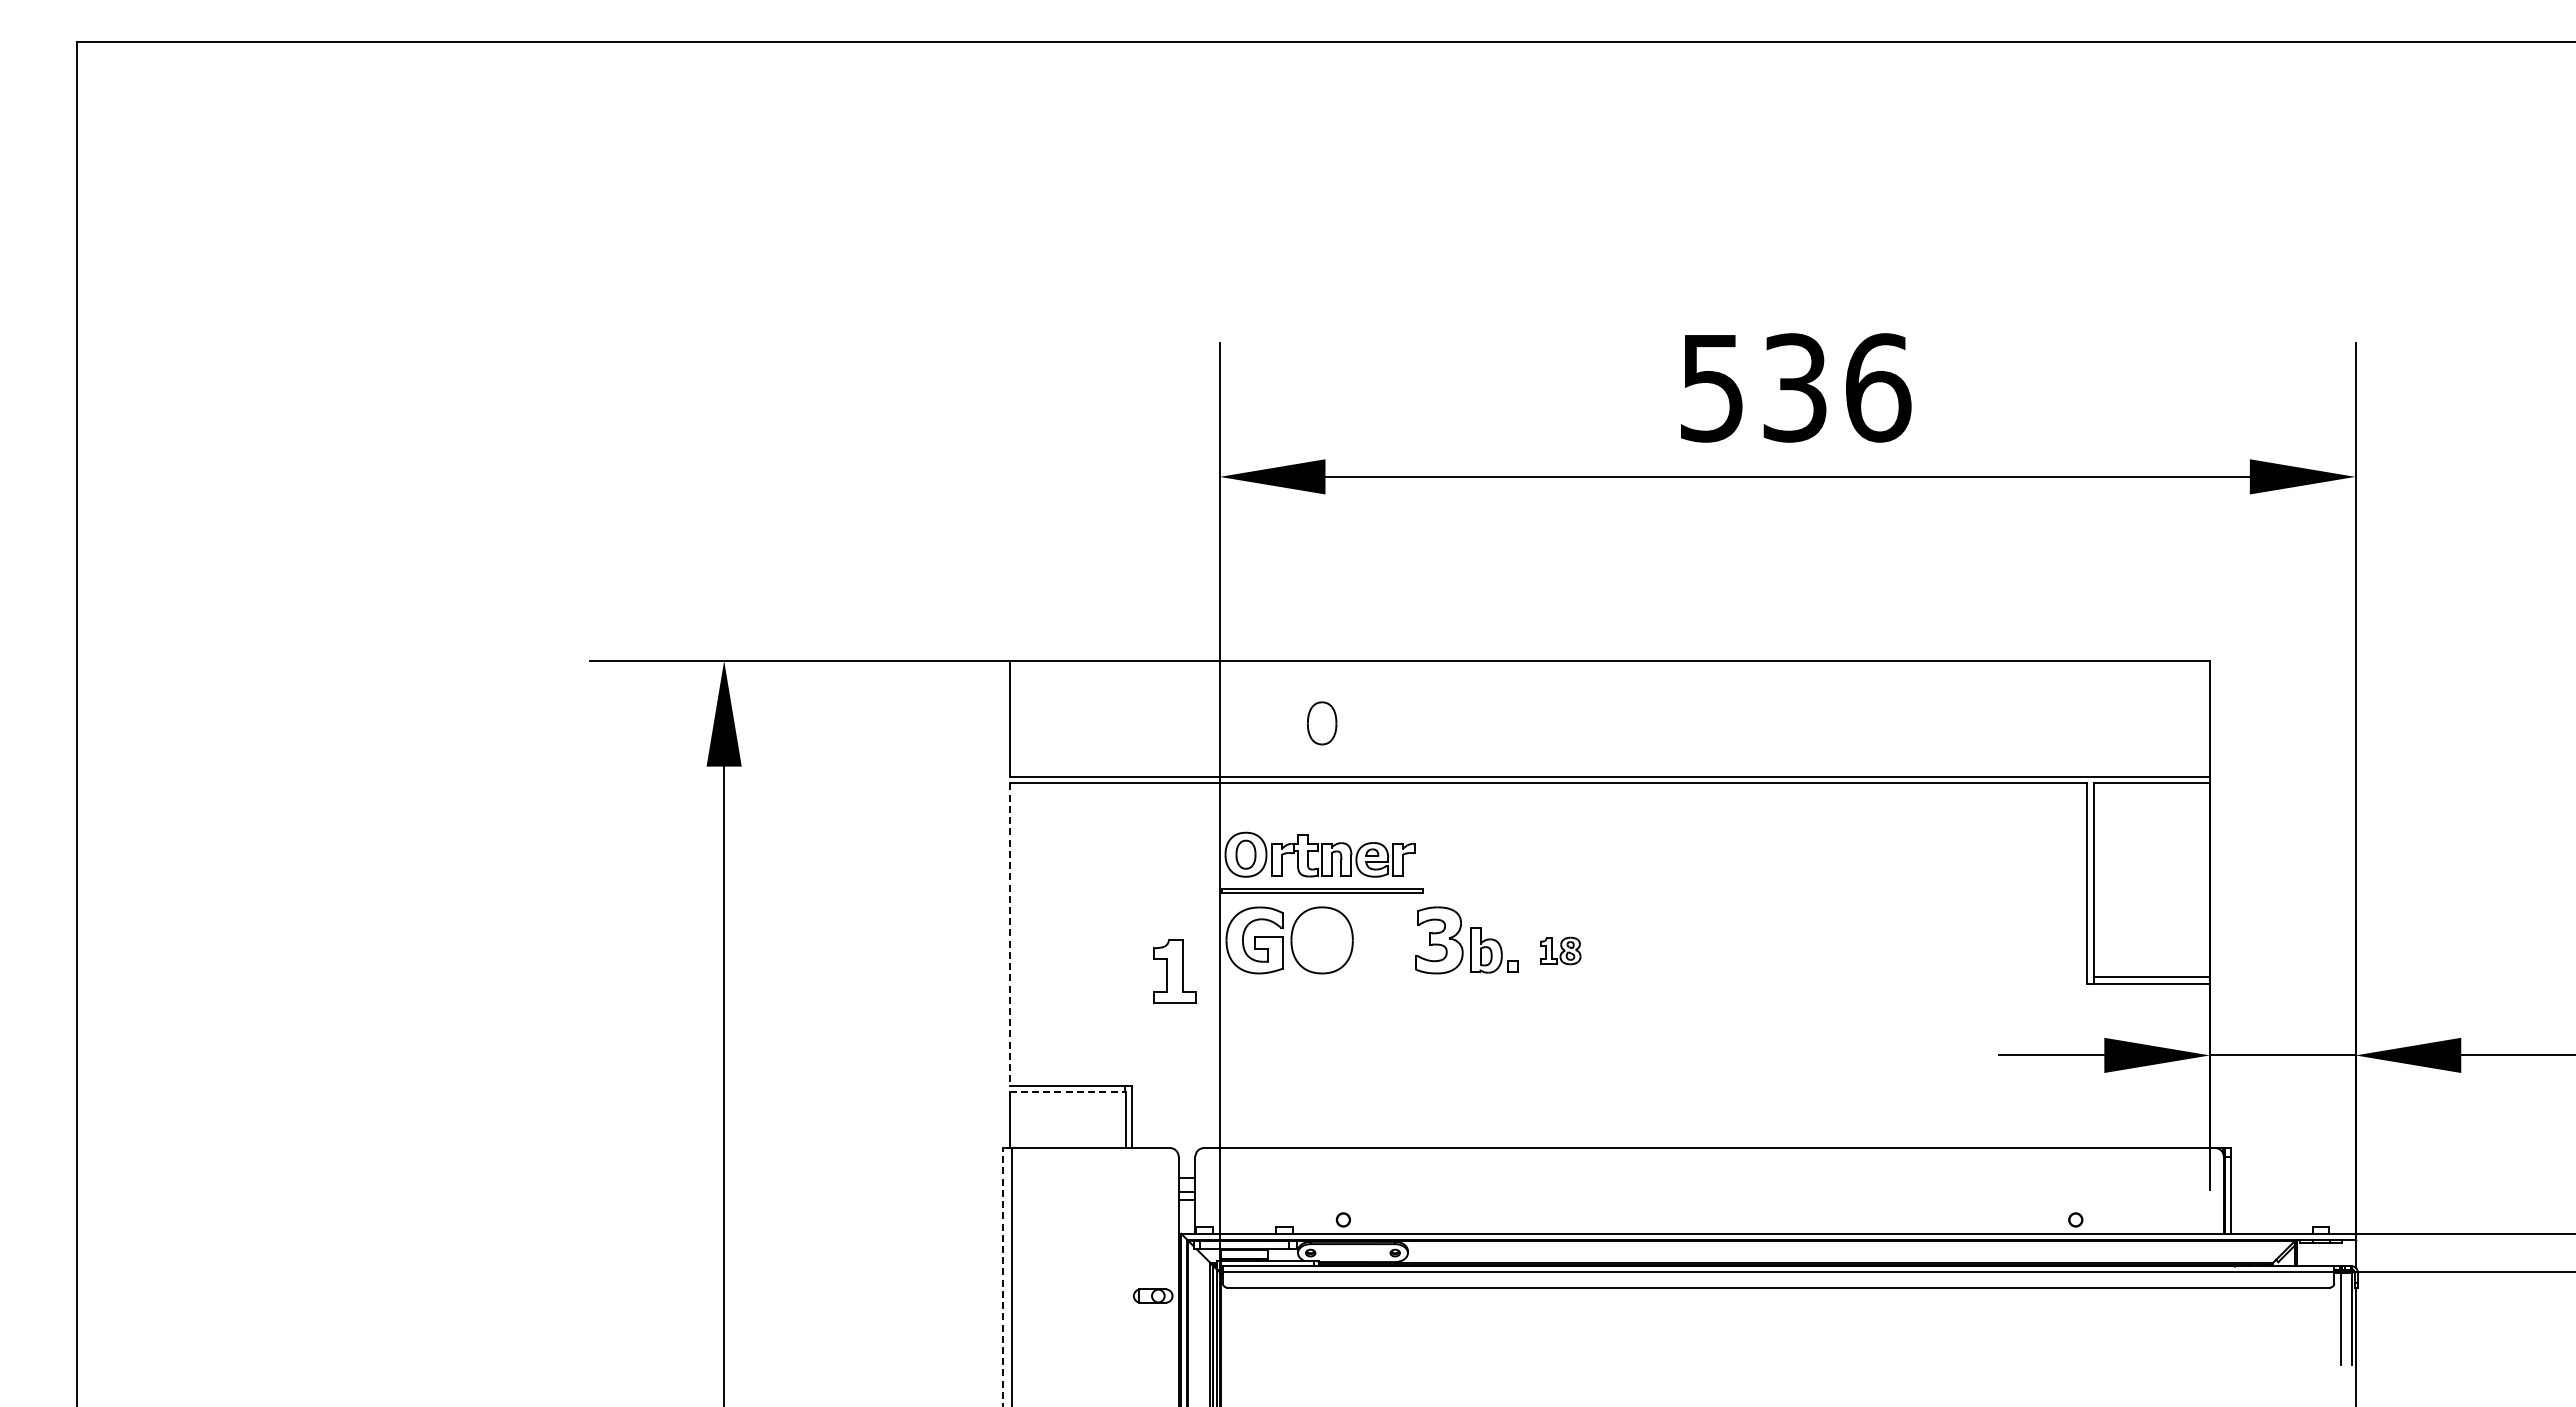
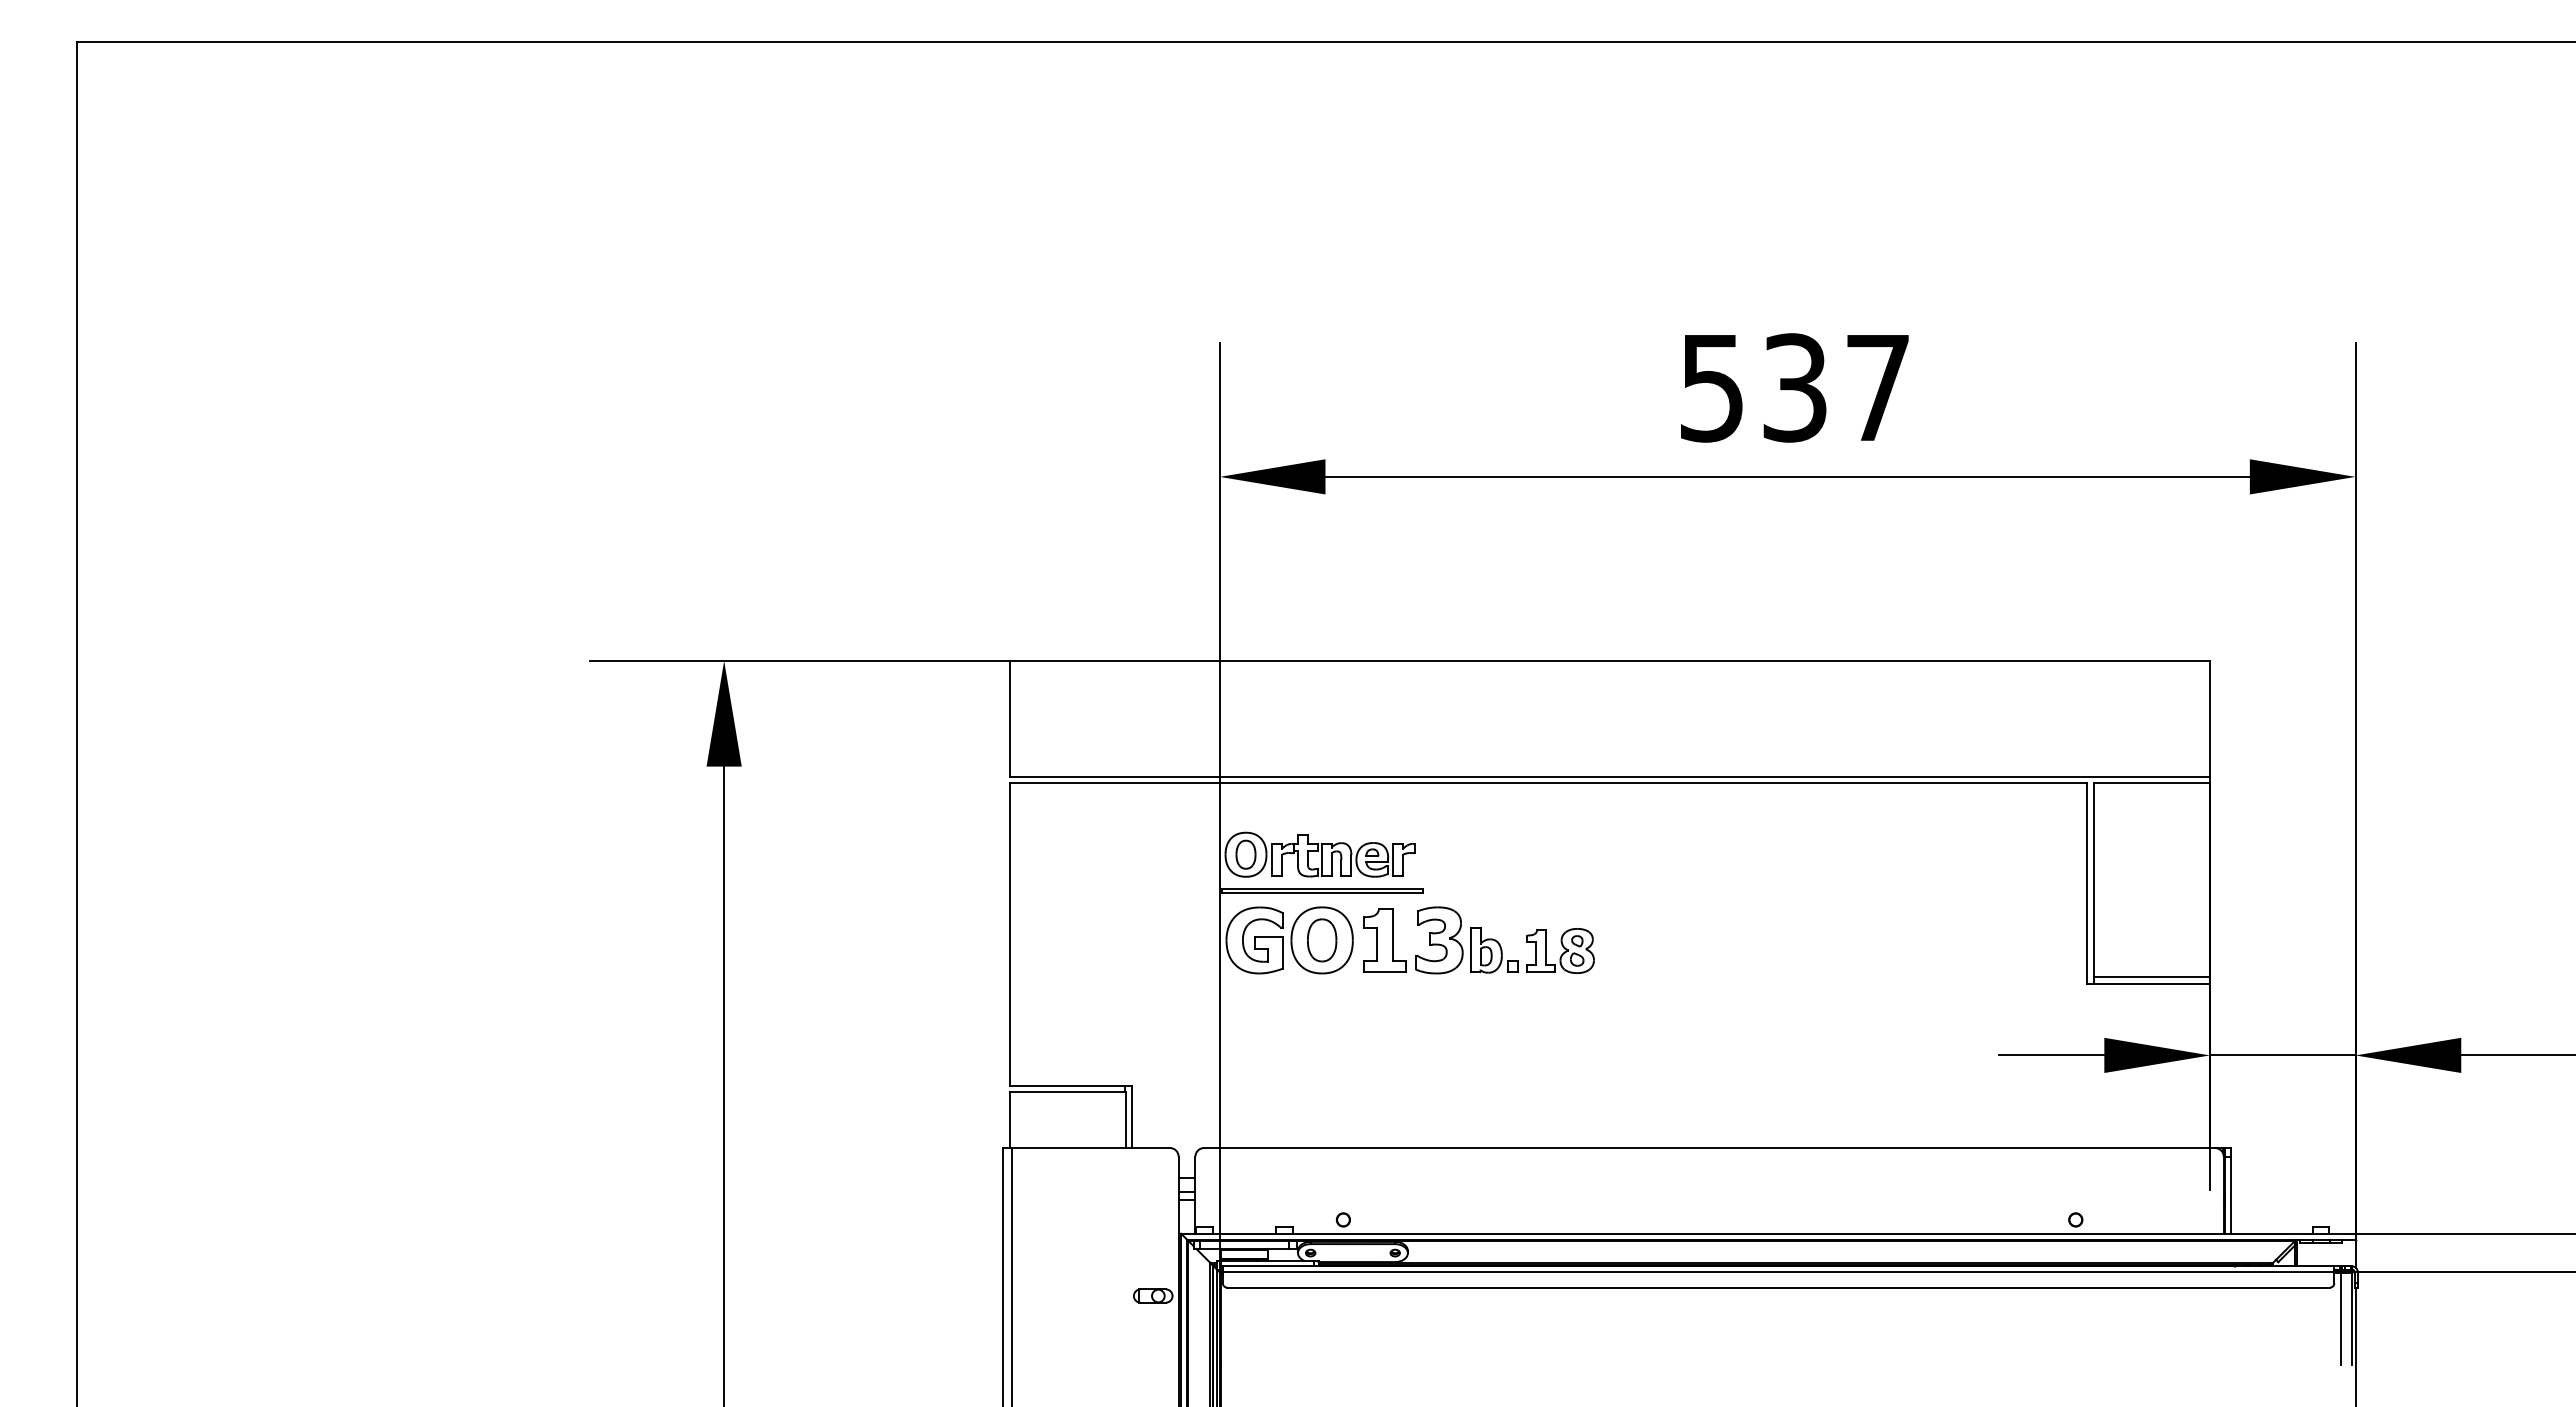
text at (1878, 387): 536 -> 537
part at (1322, 723) position: (1322, 723) -> (1322, 940)
line at (1009, 935): dashed -> solid
part at (1560, 950) size: 42x30 px -> 69x46 px
part at (1174, 971) position: (1174, 971) -> (1384, 940)
line at (1068, 1092): dashed -> solid
line at (1003, 1276): dashed -> solid
